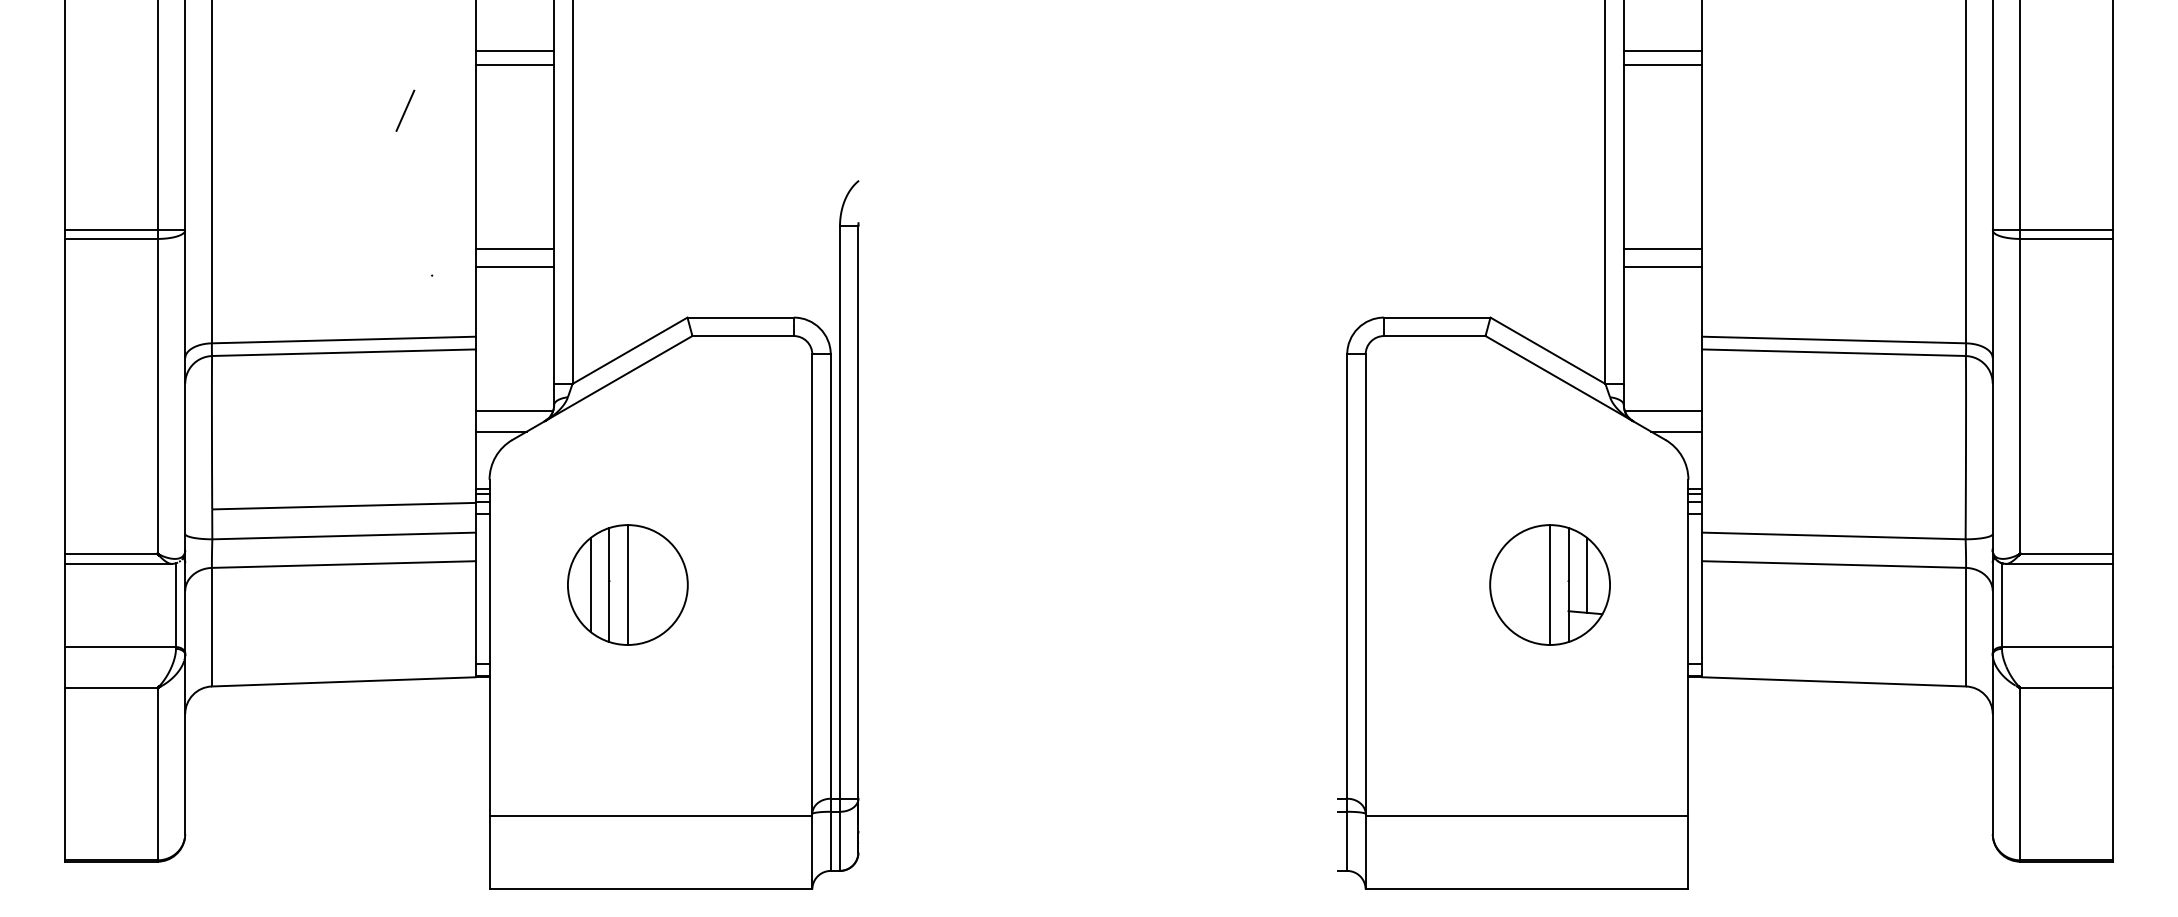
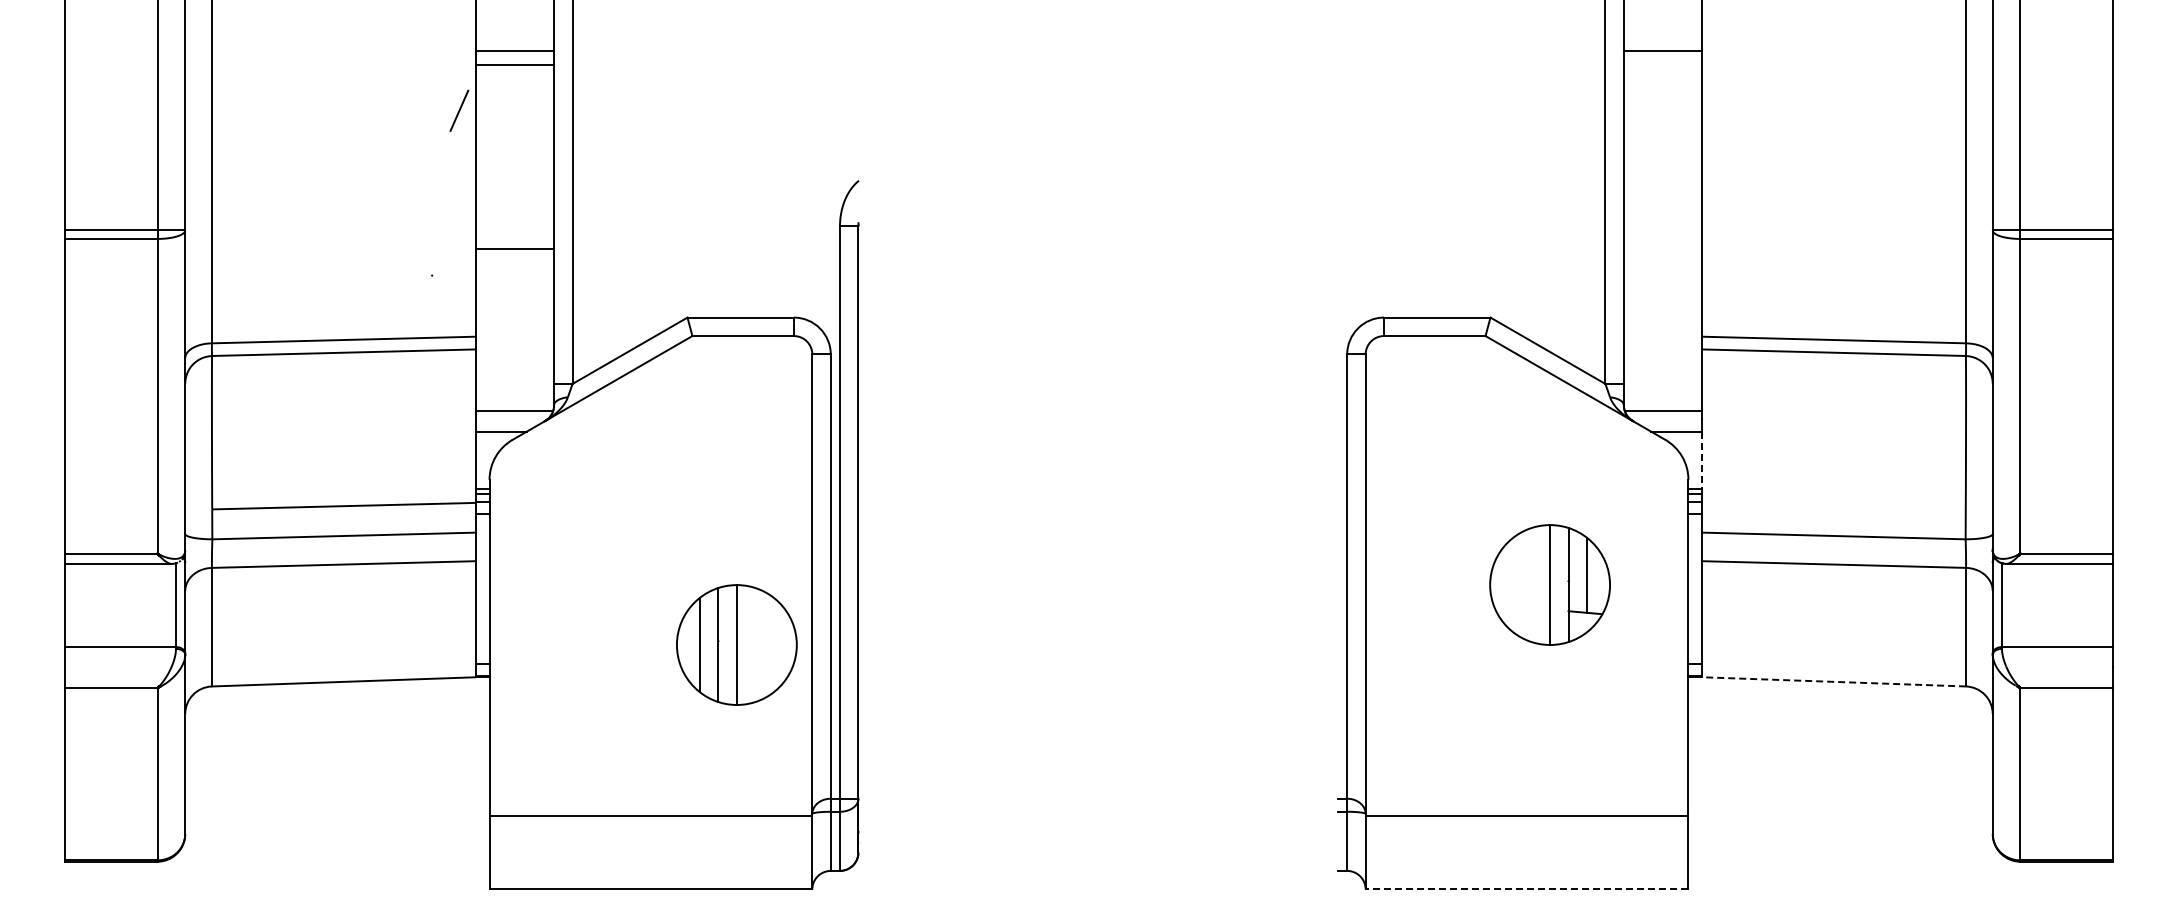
line at (1662, 64): present -> none
line at (405, 110) position: (405, 110) -> (459, 110)
line at (1662, 248): present -> none
line at (514, 266): present -> none
line at (1662, 266): present -> none
line at (1702, 460): solid -> dashed
part at (627, 584) position: (627, 584) -> (736, 644)
line at (1834, 681): solid -> dashed
line at (1526, 889): solid -> dashed
